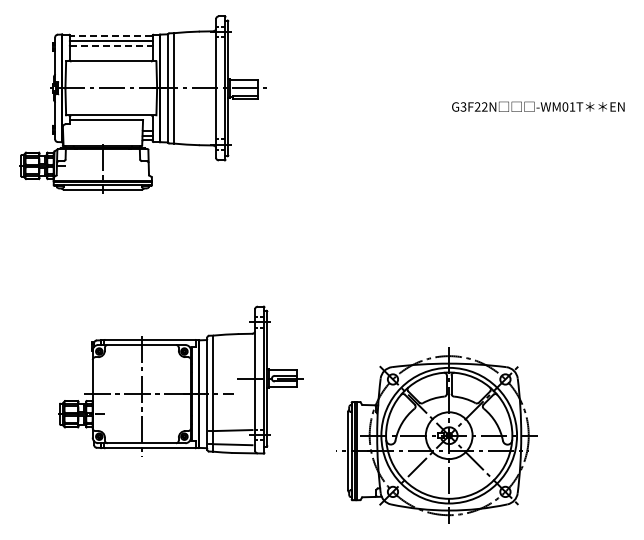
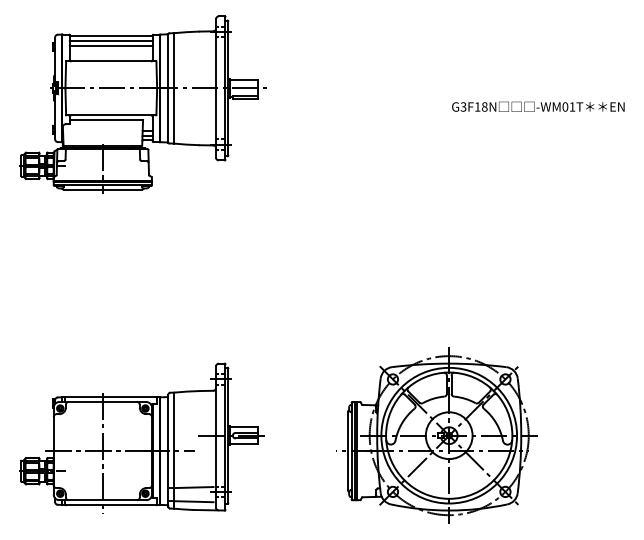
line at (111, 36): dashed -> solid
line at (111, 45): dashed -> solid
text at (480, 106): G3F22N -> G3F18N
part at (180, 380) position: (180, 380) -> (141, 437)
